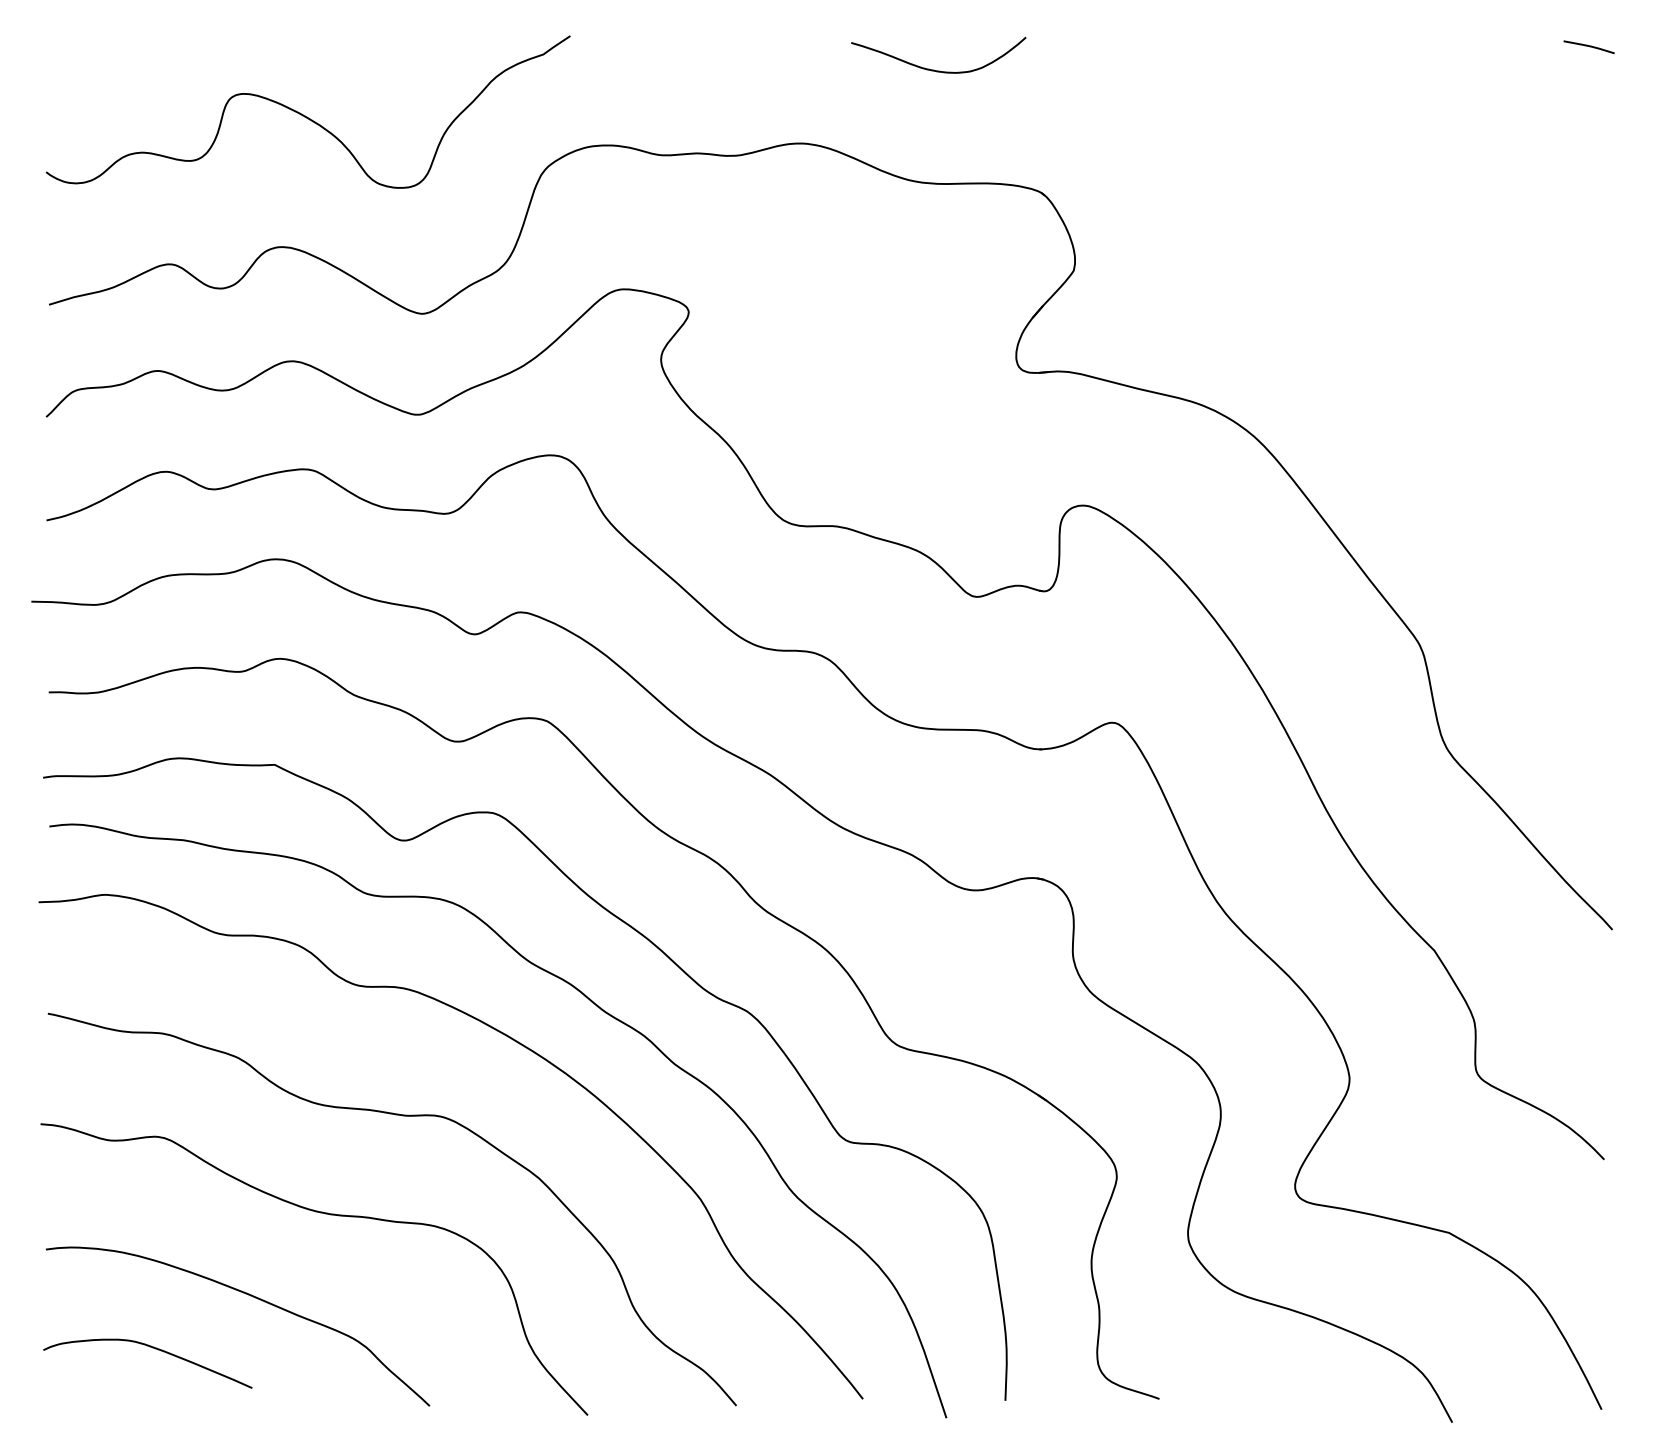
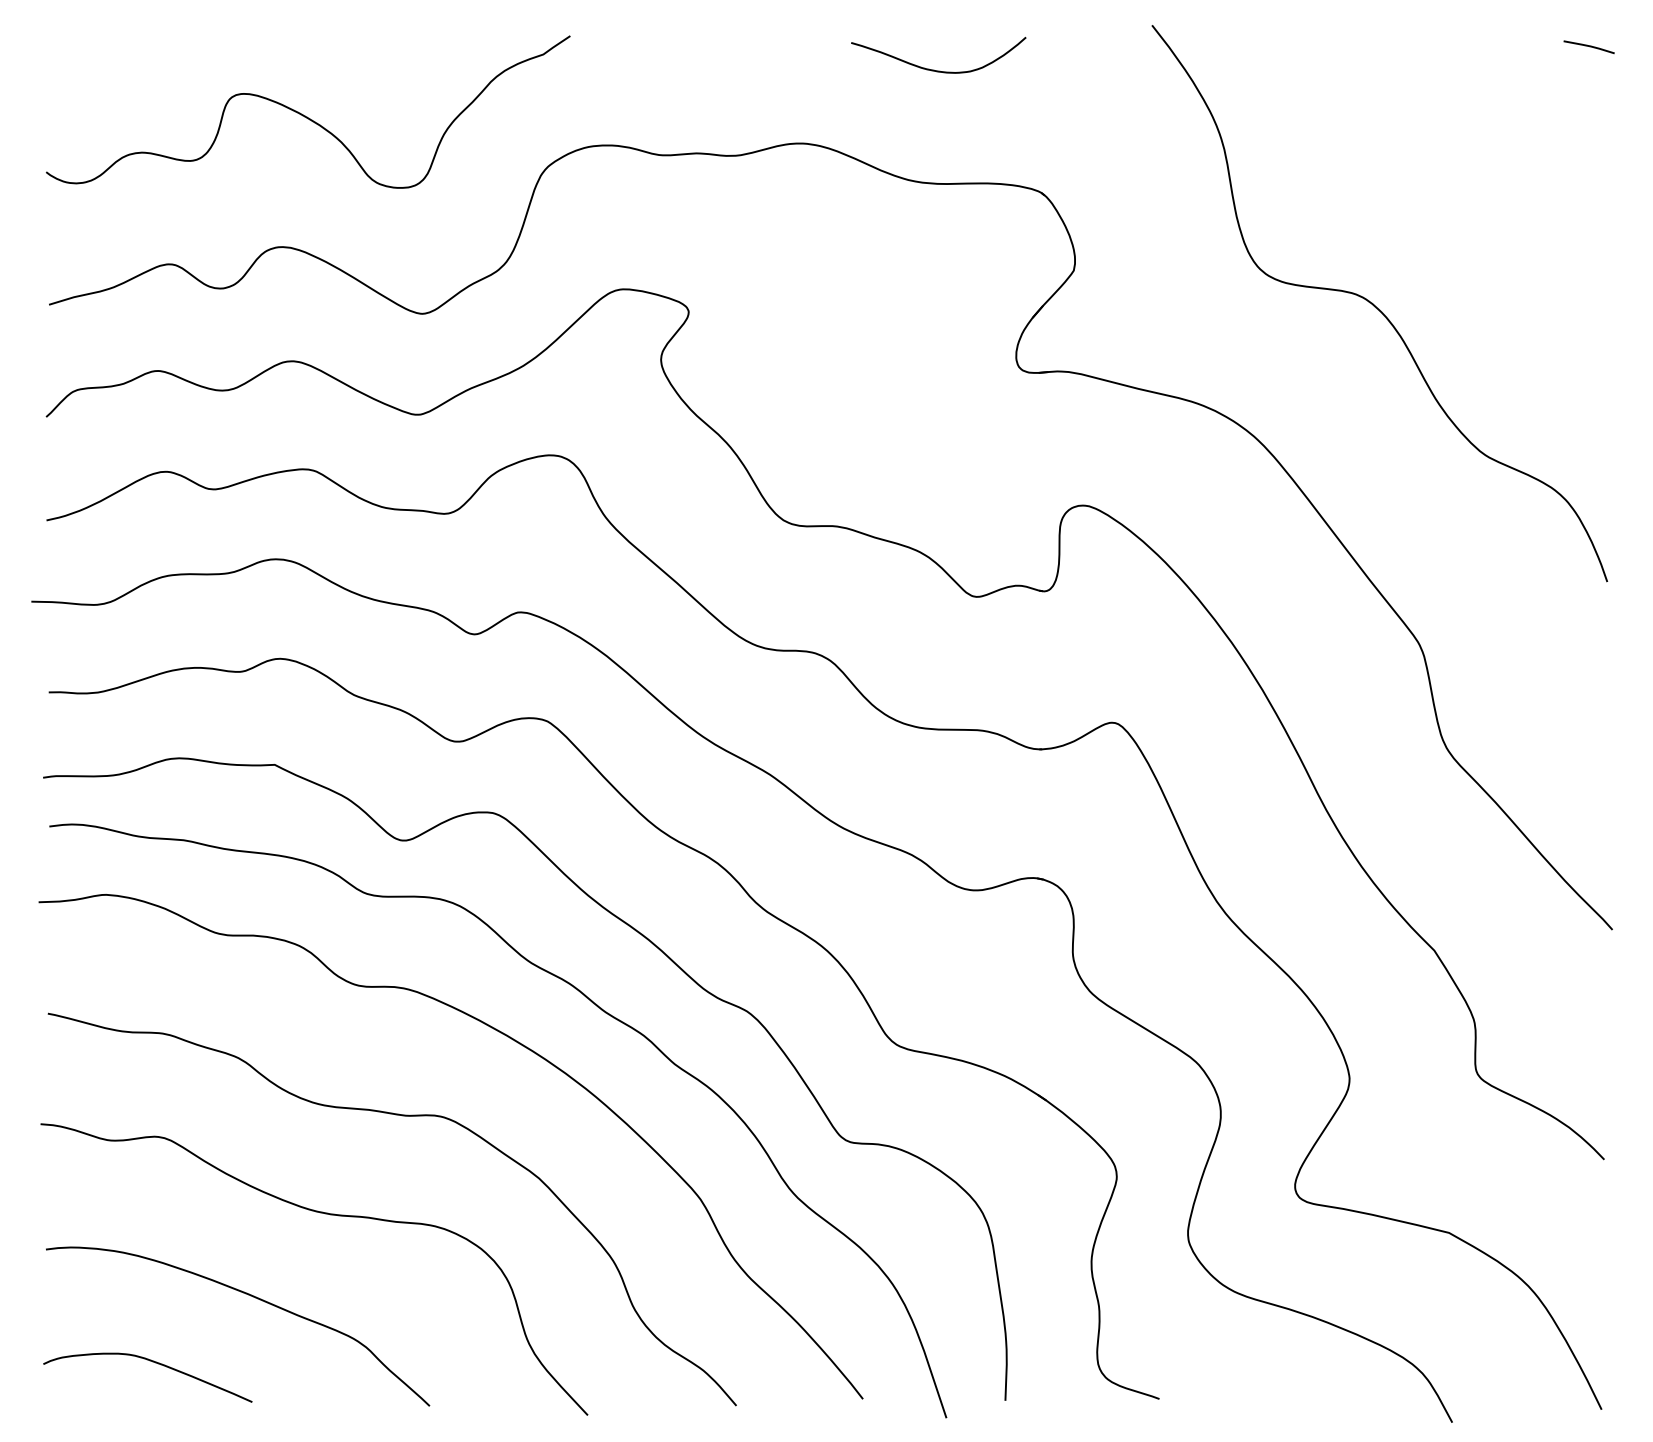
part at (1379, 303): none -> present
curve at (152, 1348) position: (152, 1348) -> (152, 1362)
